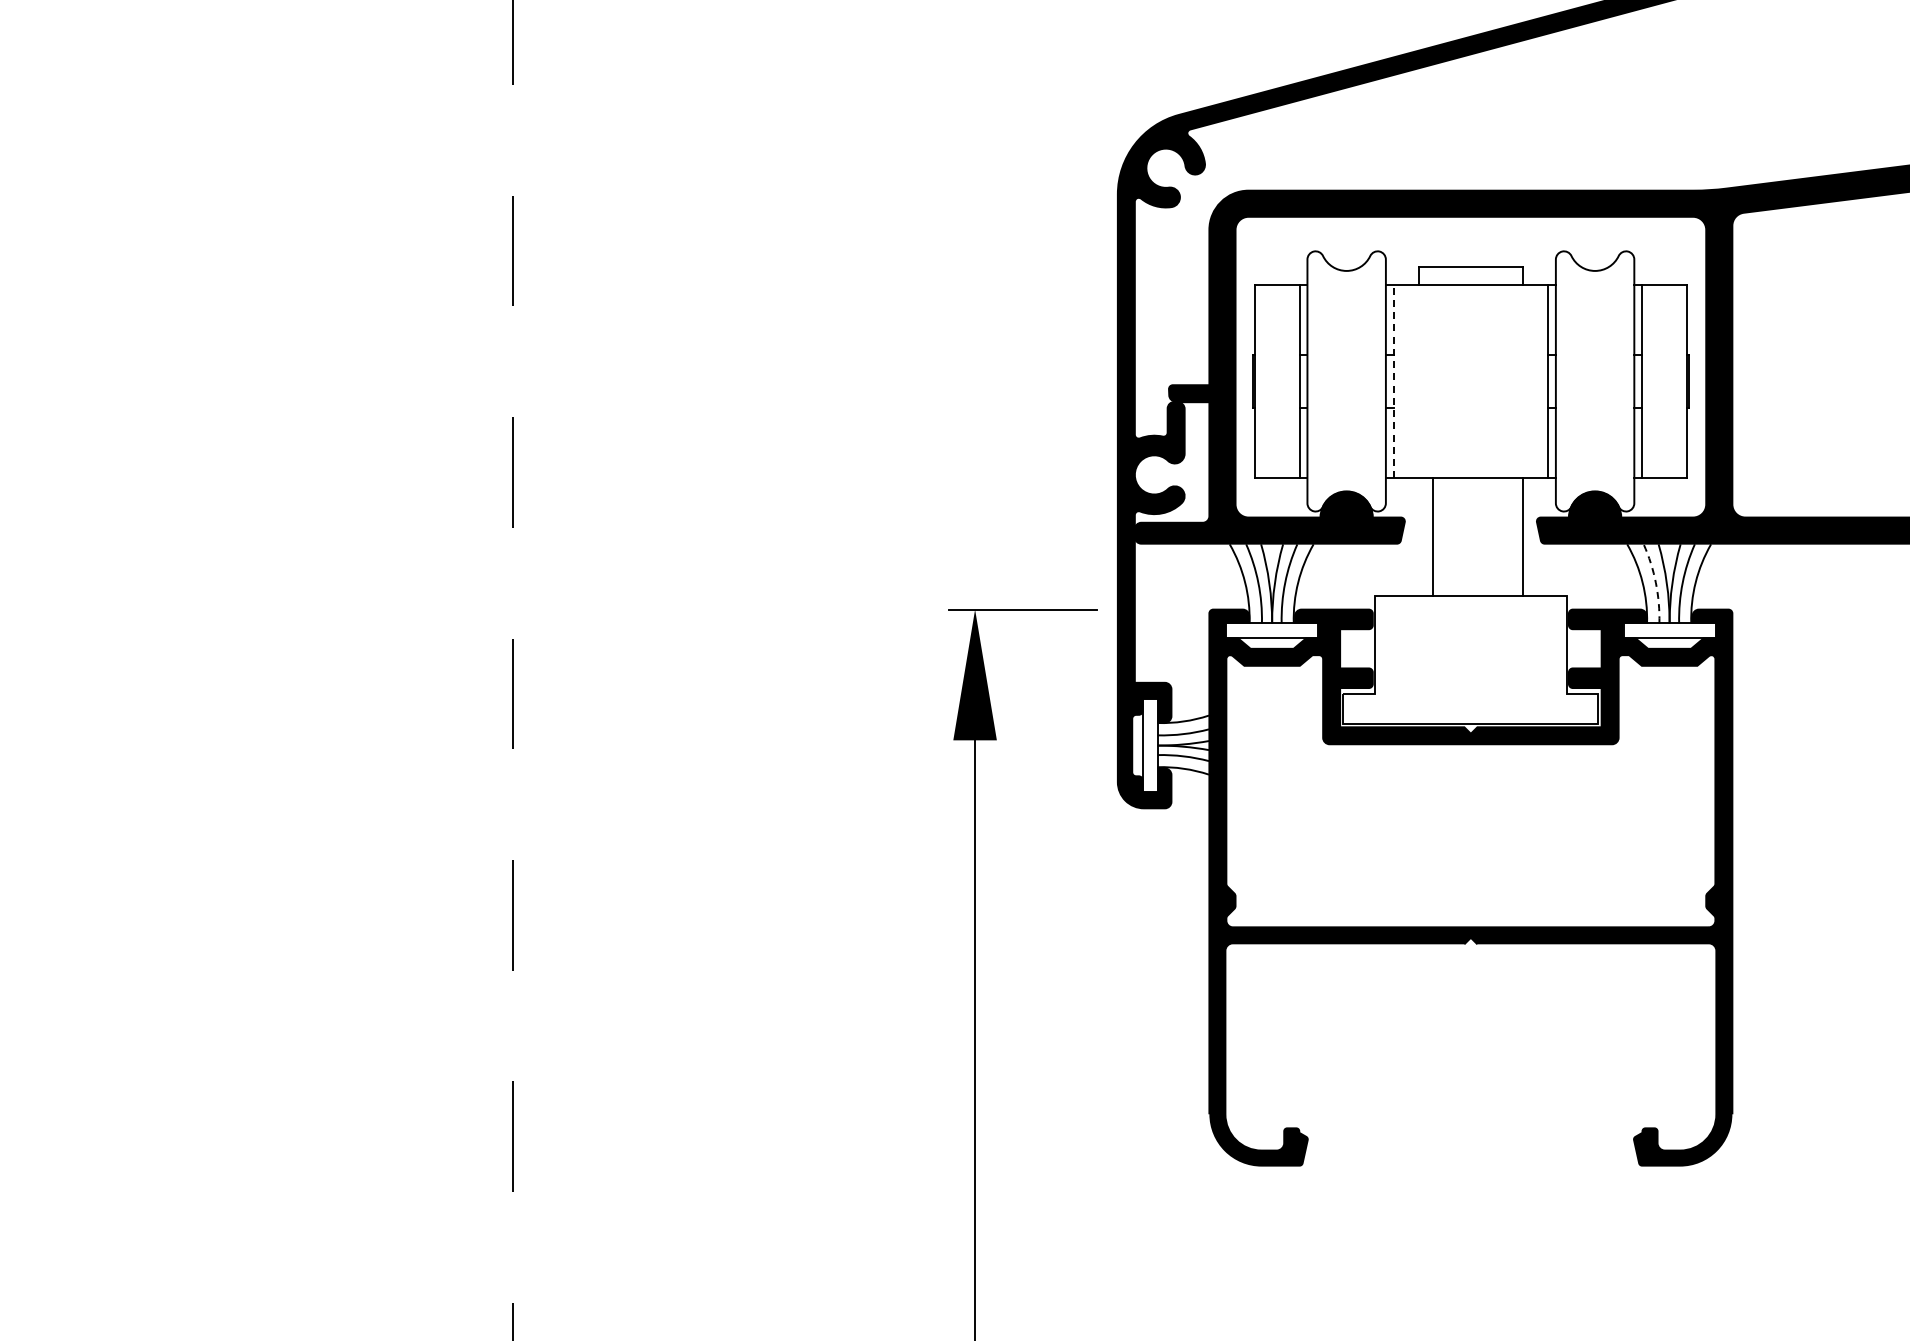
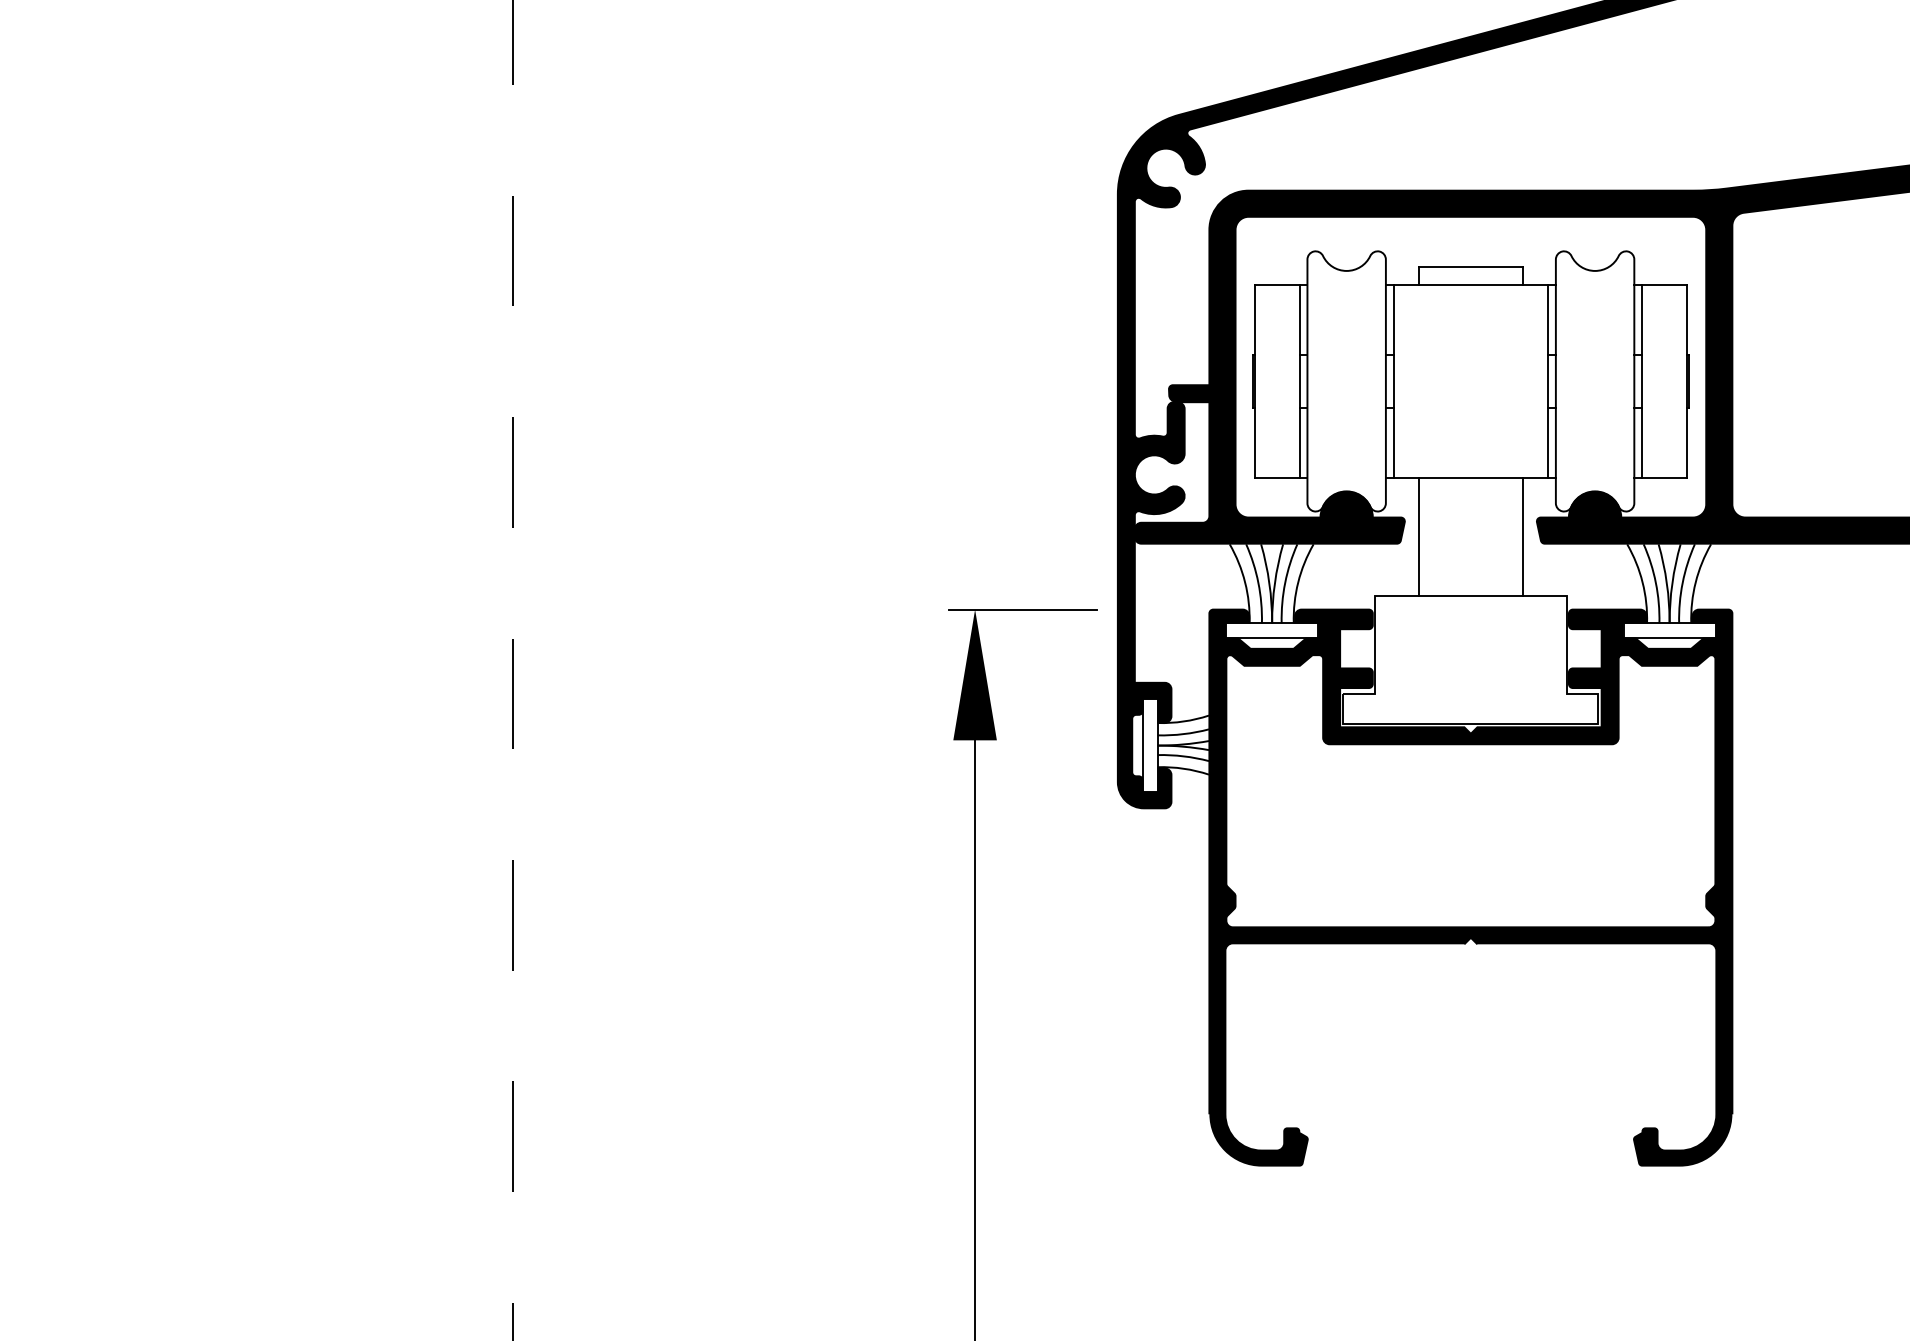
line at (1393, 381): dashed -> solid
line at (1433, 537) position: (1433, 537) -> (1419, 537)
arc at (1655, 582): dashed -> solid
